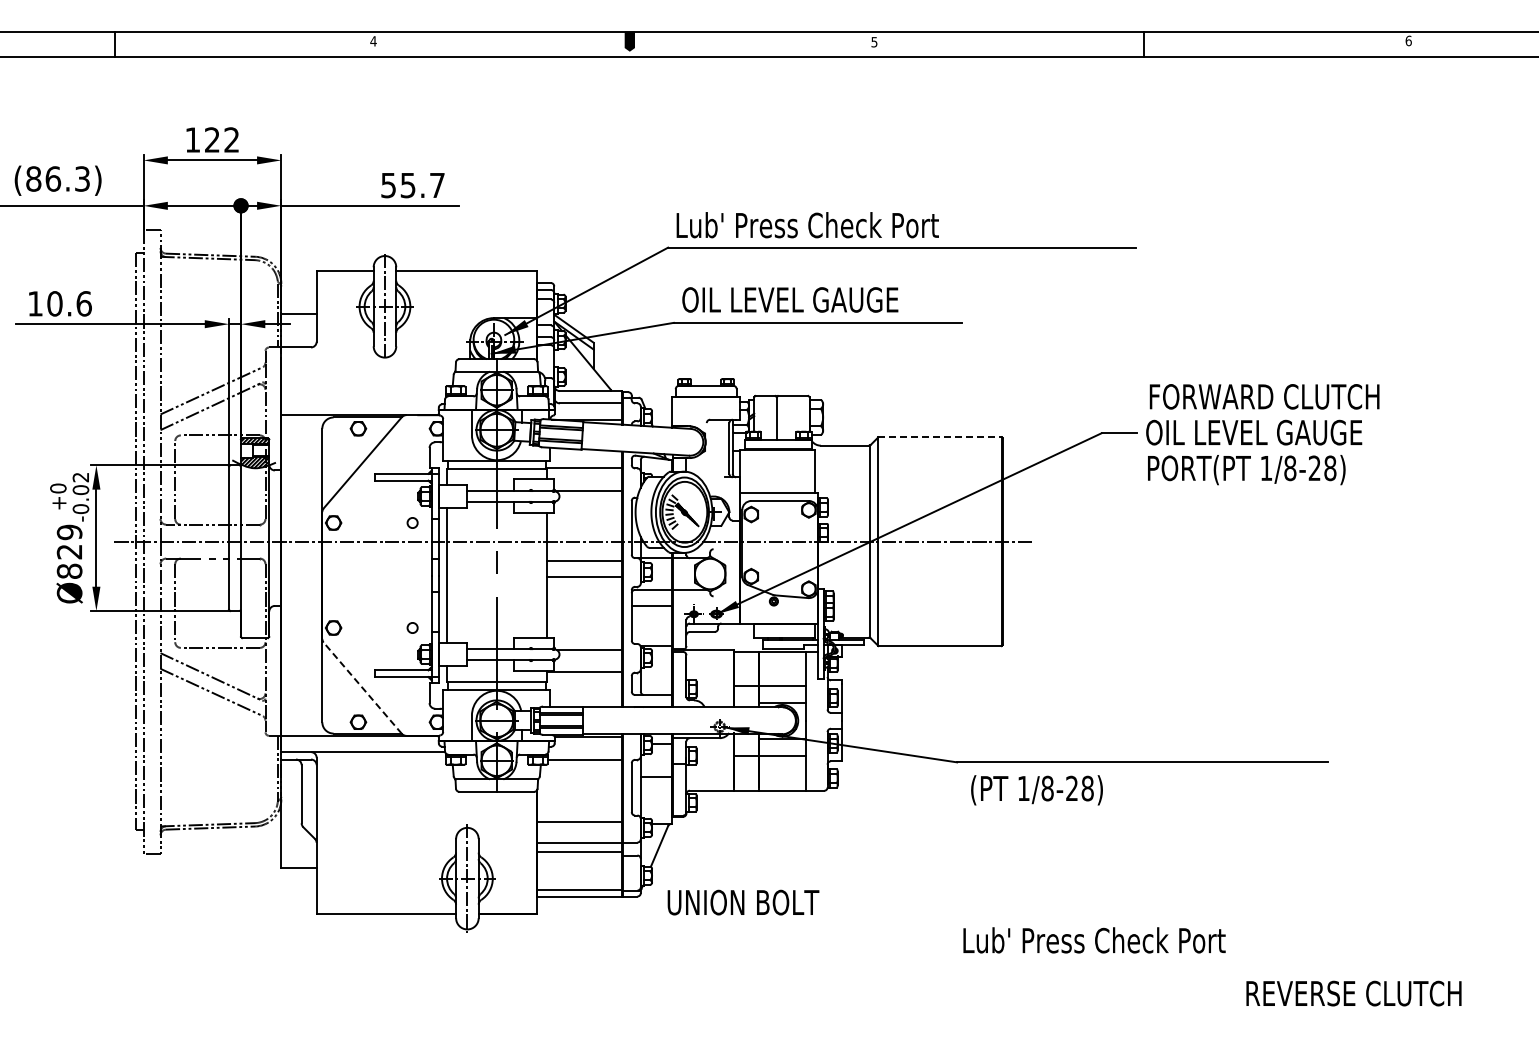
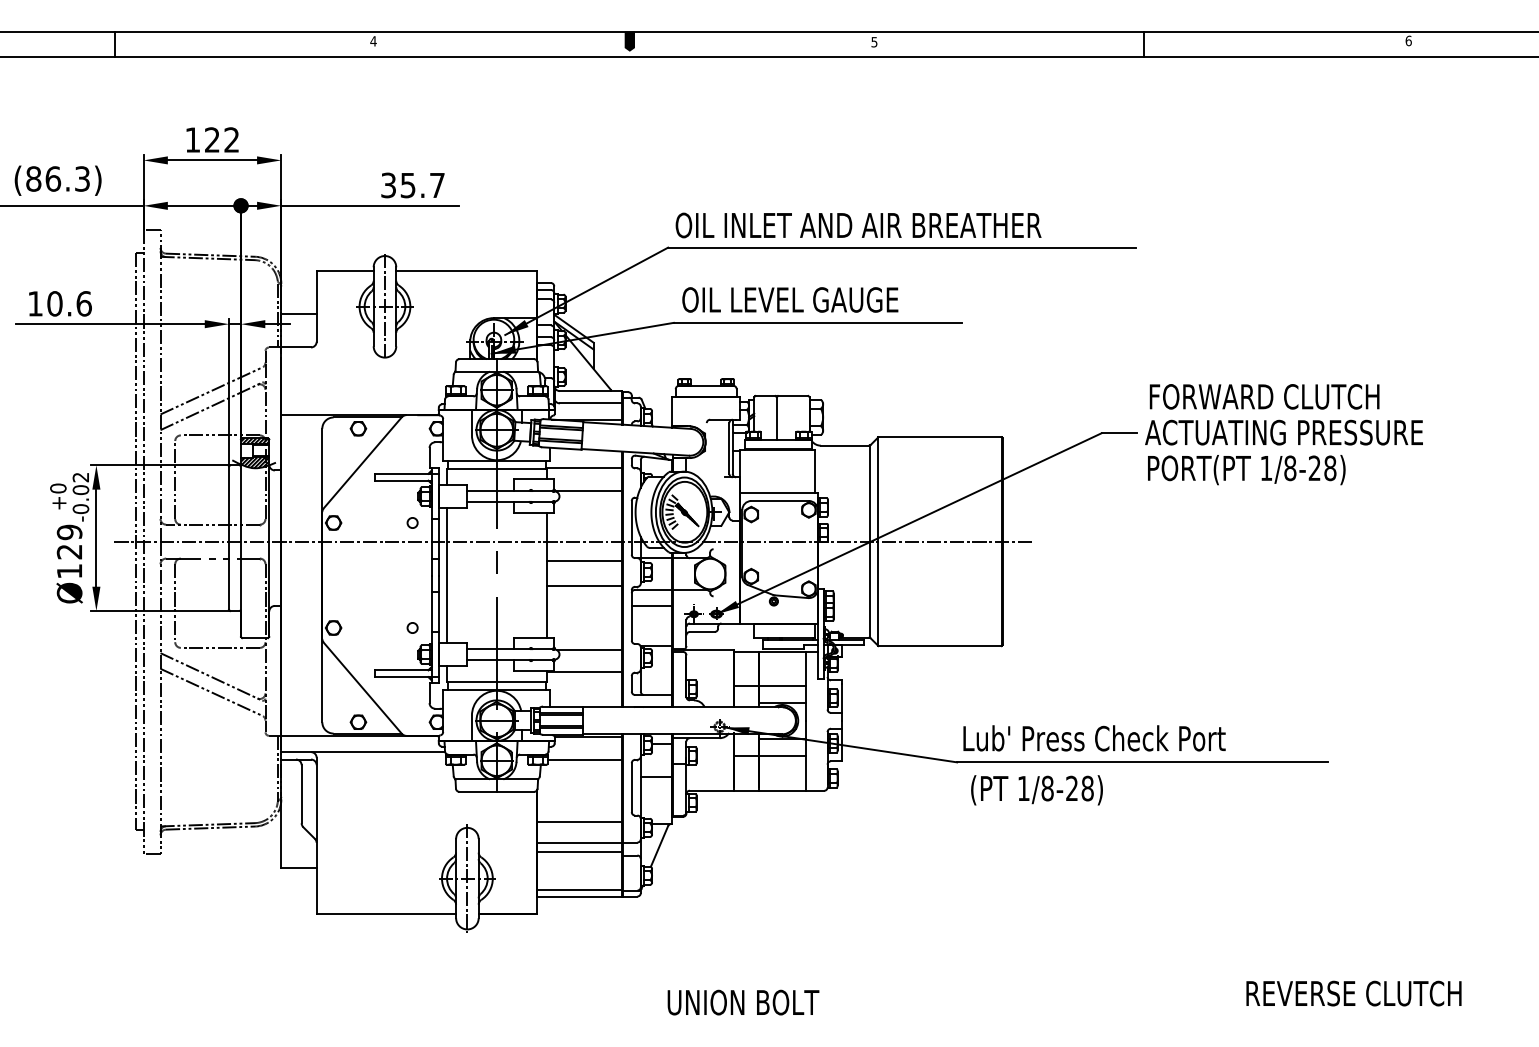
text at (388, 184): 55.7 -> 35.7
text at (858, 225): Lub' Press Check Port -> OIL INLET AND AIR BREATHER
text at (1283, 432): OIL LEVEL GAUGE -> ACTUATING PRESSURE
line at (940, 437): dashed -> solid
text at (69, 570): Ø829 -> Ø129
line at (584, 577) position: (584, 577) -> (584, 586)
line at (362, 687): dashed -> solid
text at (743, 902) position: (743, 902) -> (743, 1002)
text at (1094, 940) position: (1094, 940) -> (1094, 738)
